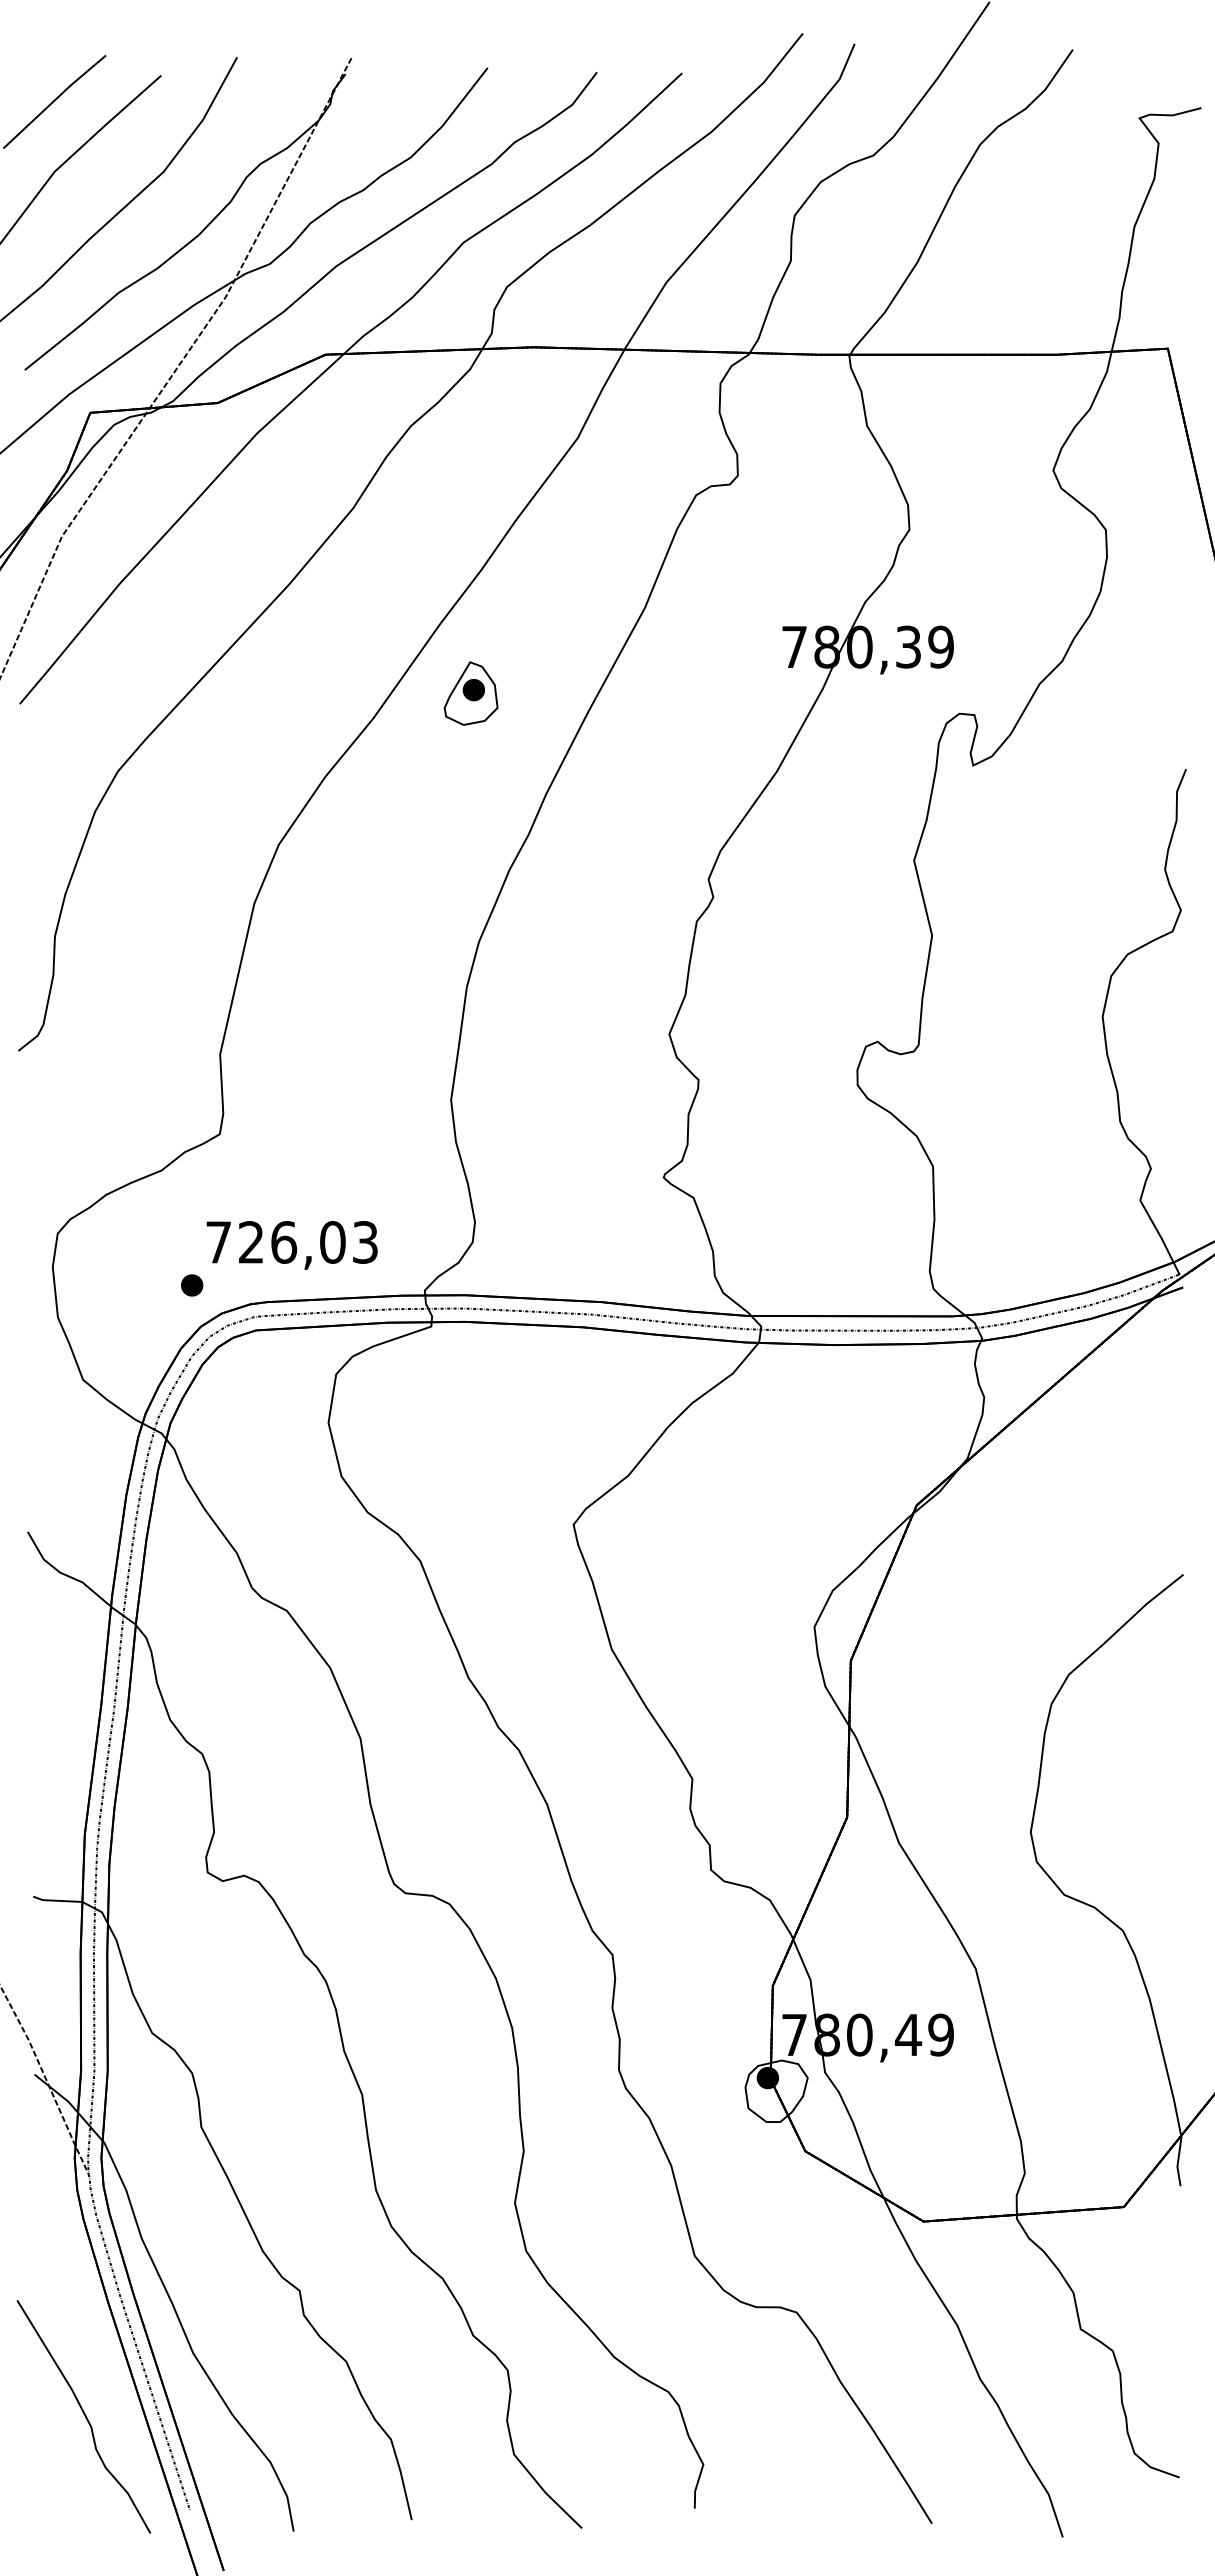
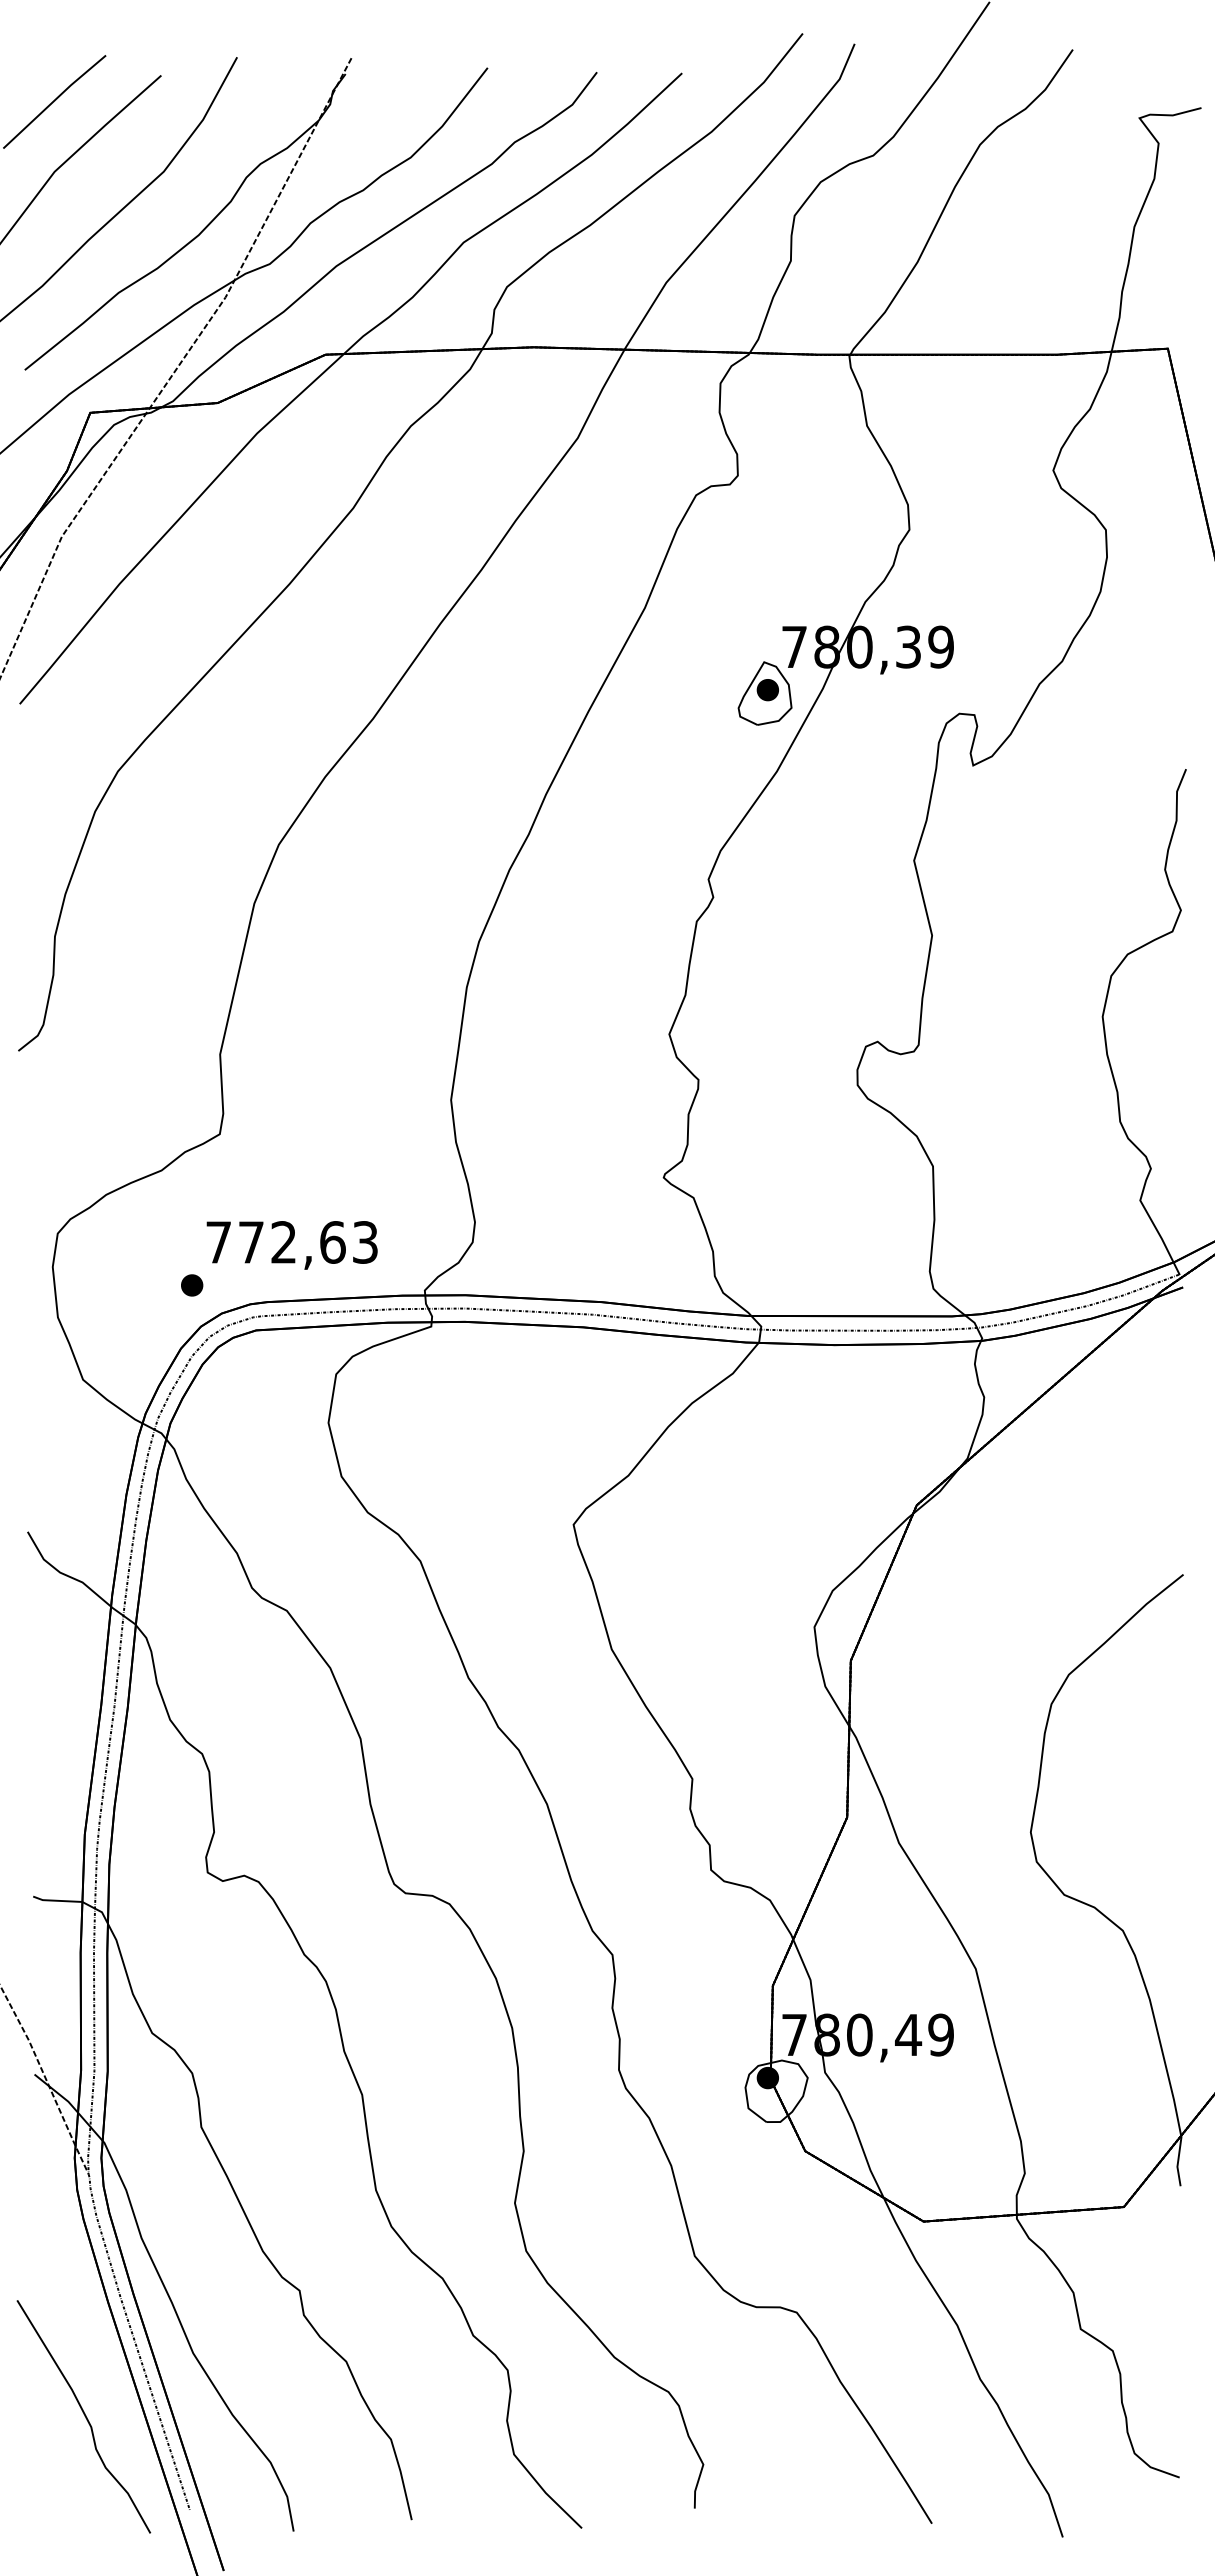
part at (470, 693) position: (470, 693) -> (764, 693)
text at (292, 1242): 726,03 -> 772,63
